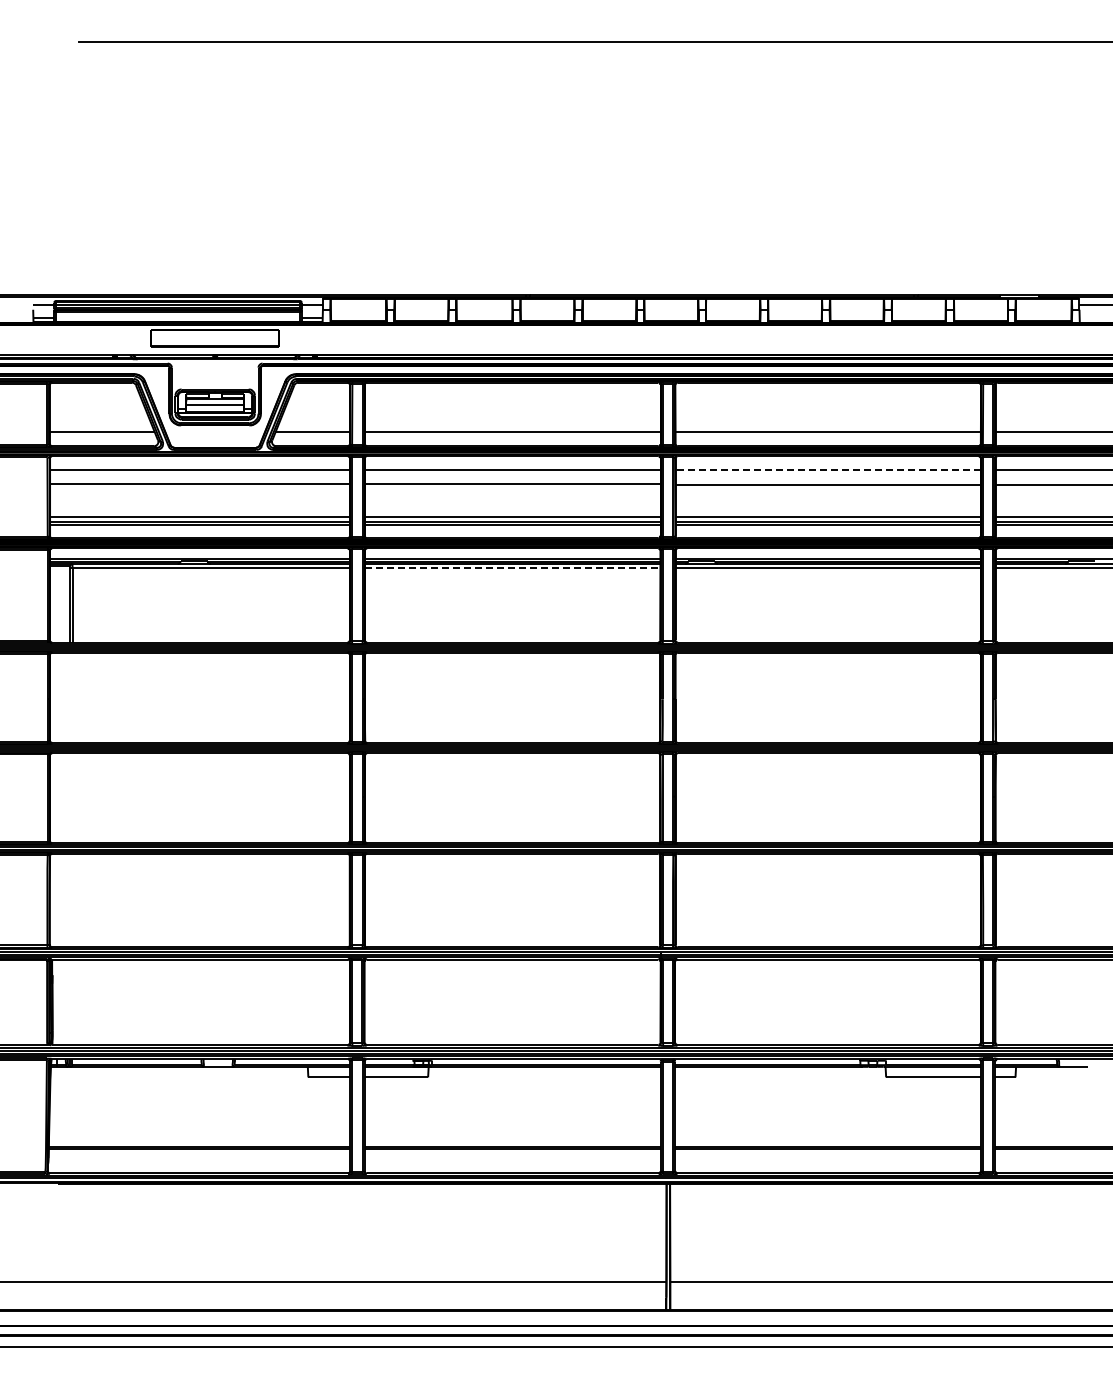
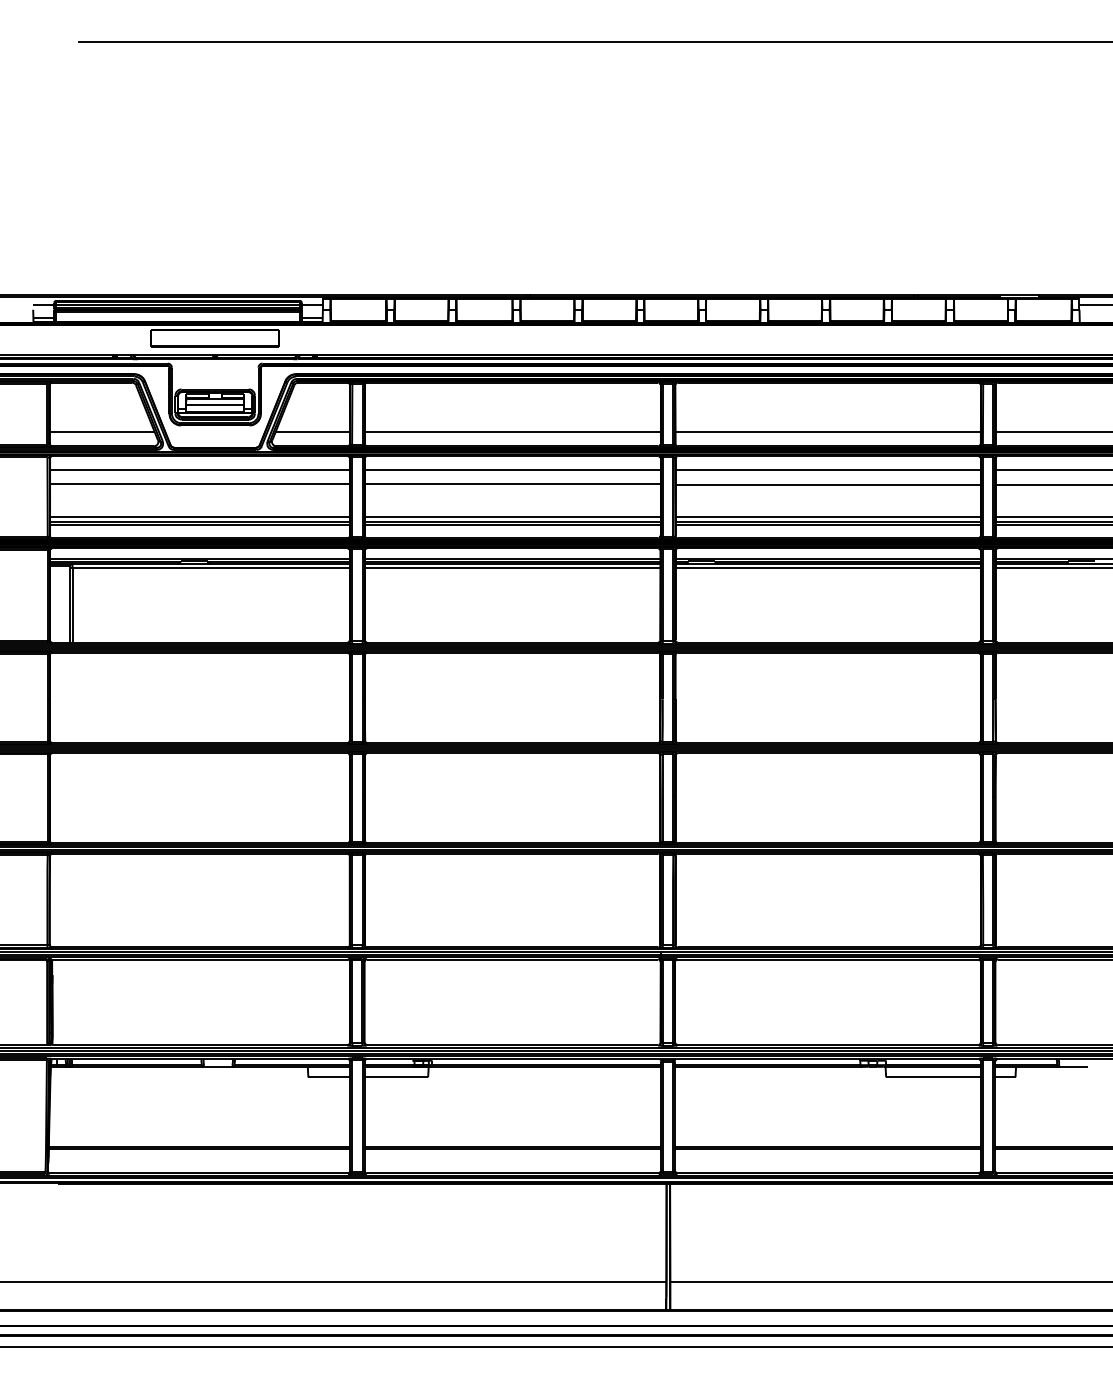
line at (827, 469): dashed -> solid
line at (512, 568): dashed -> solid
